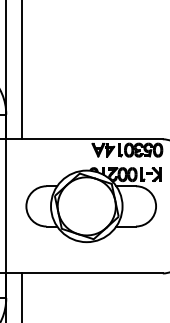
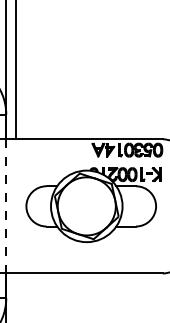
line at (21, 70) position: (21, 70) -> (15, 70)
line at (6, 206): solid -> dashed
line at (21, 296): present -> none
